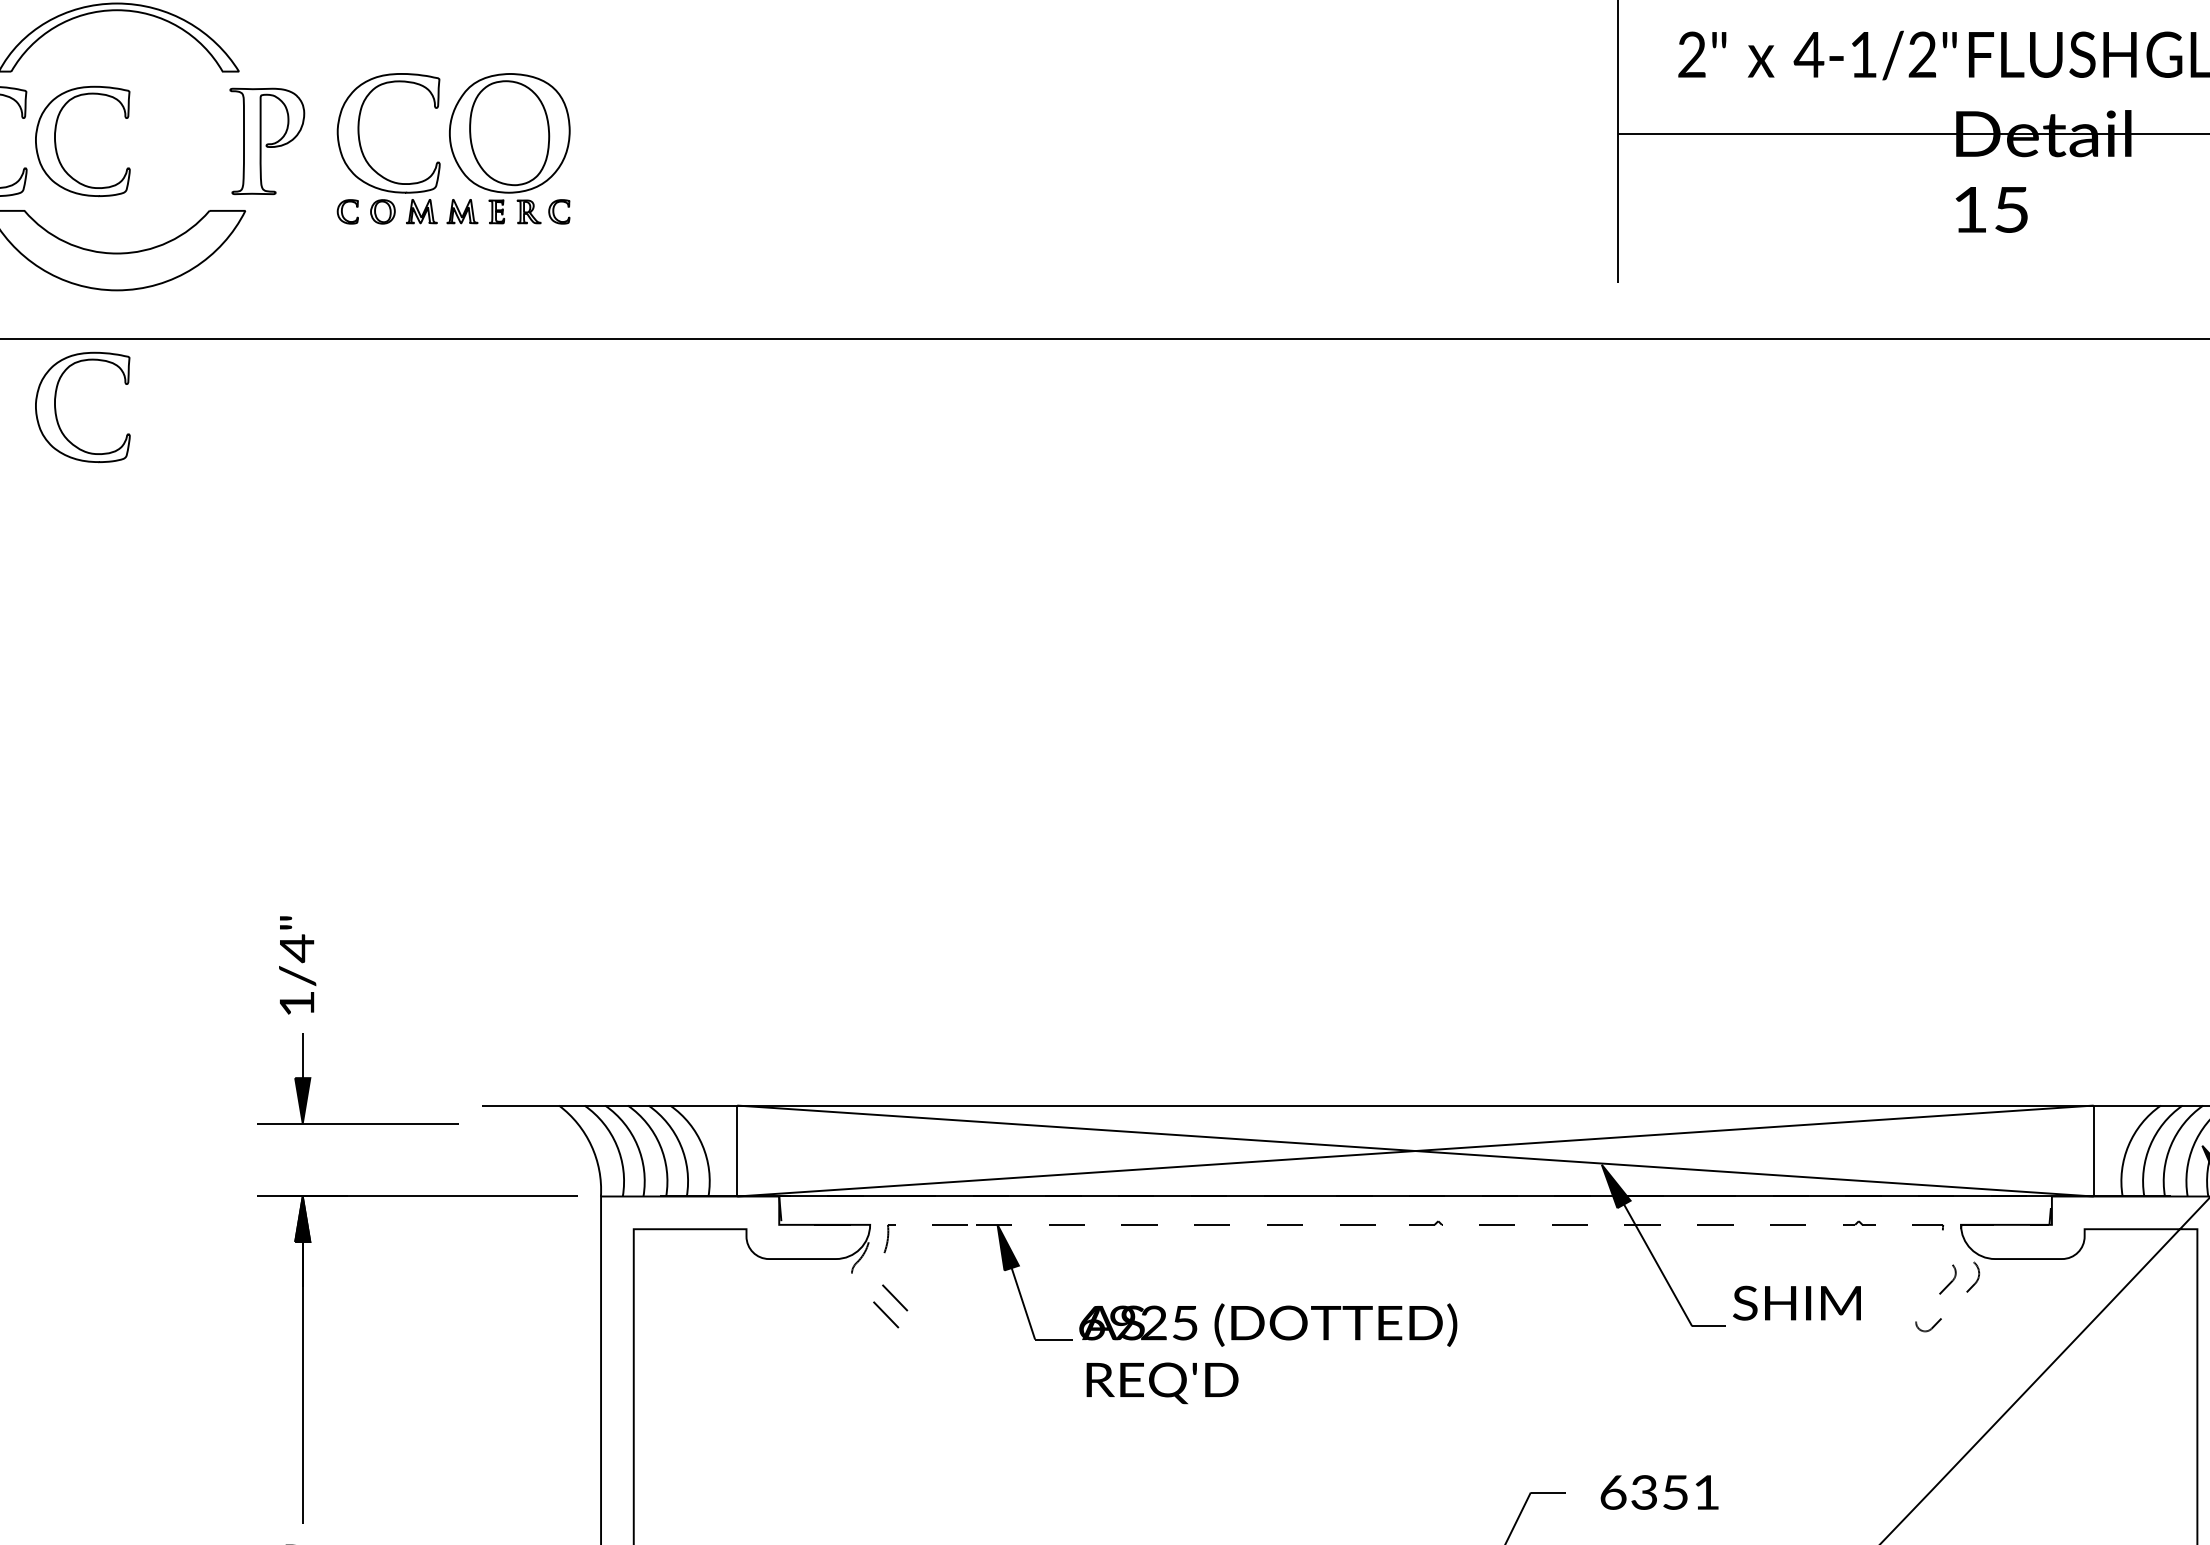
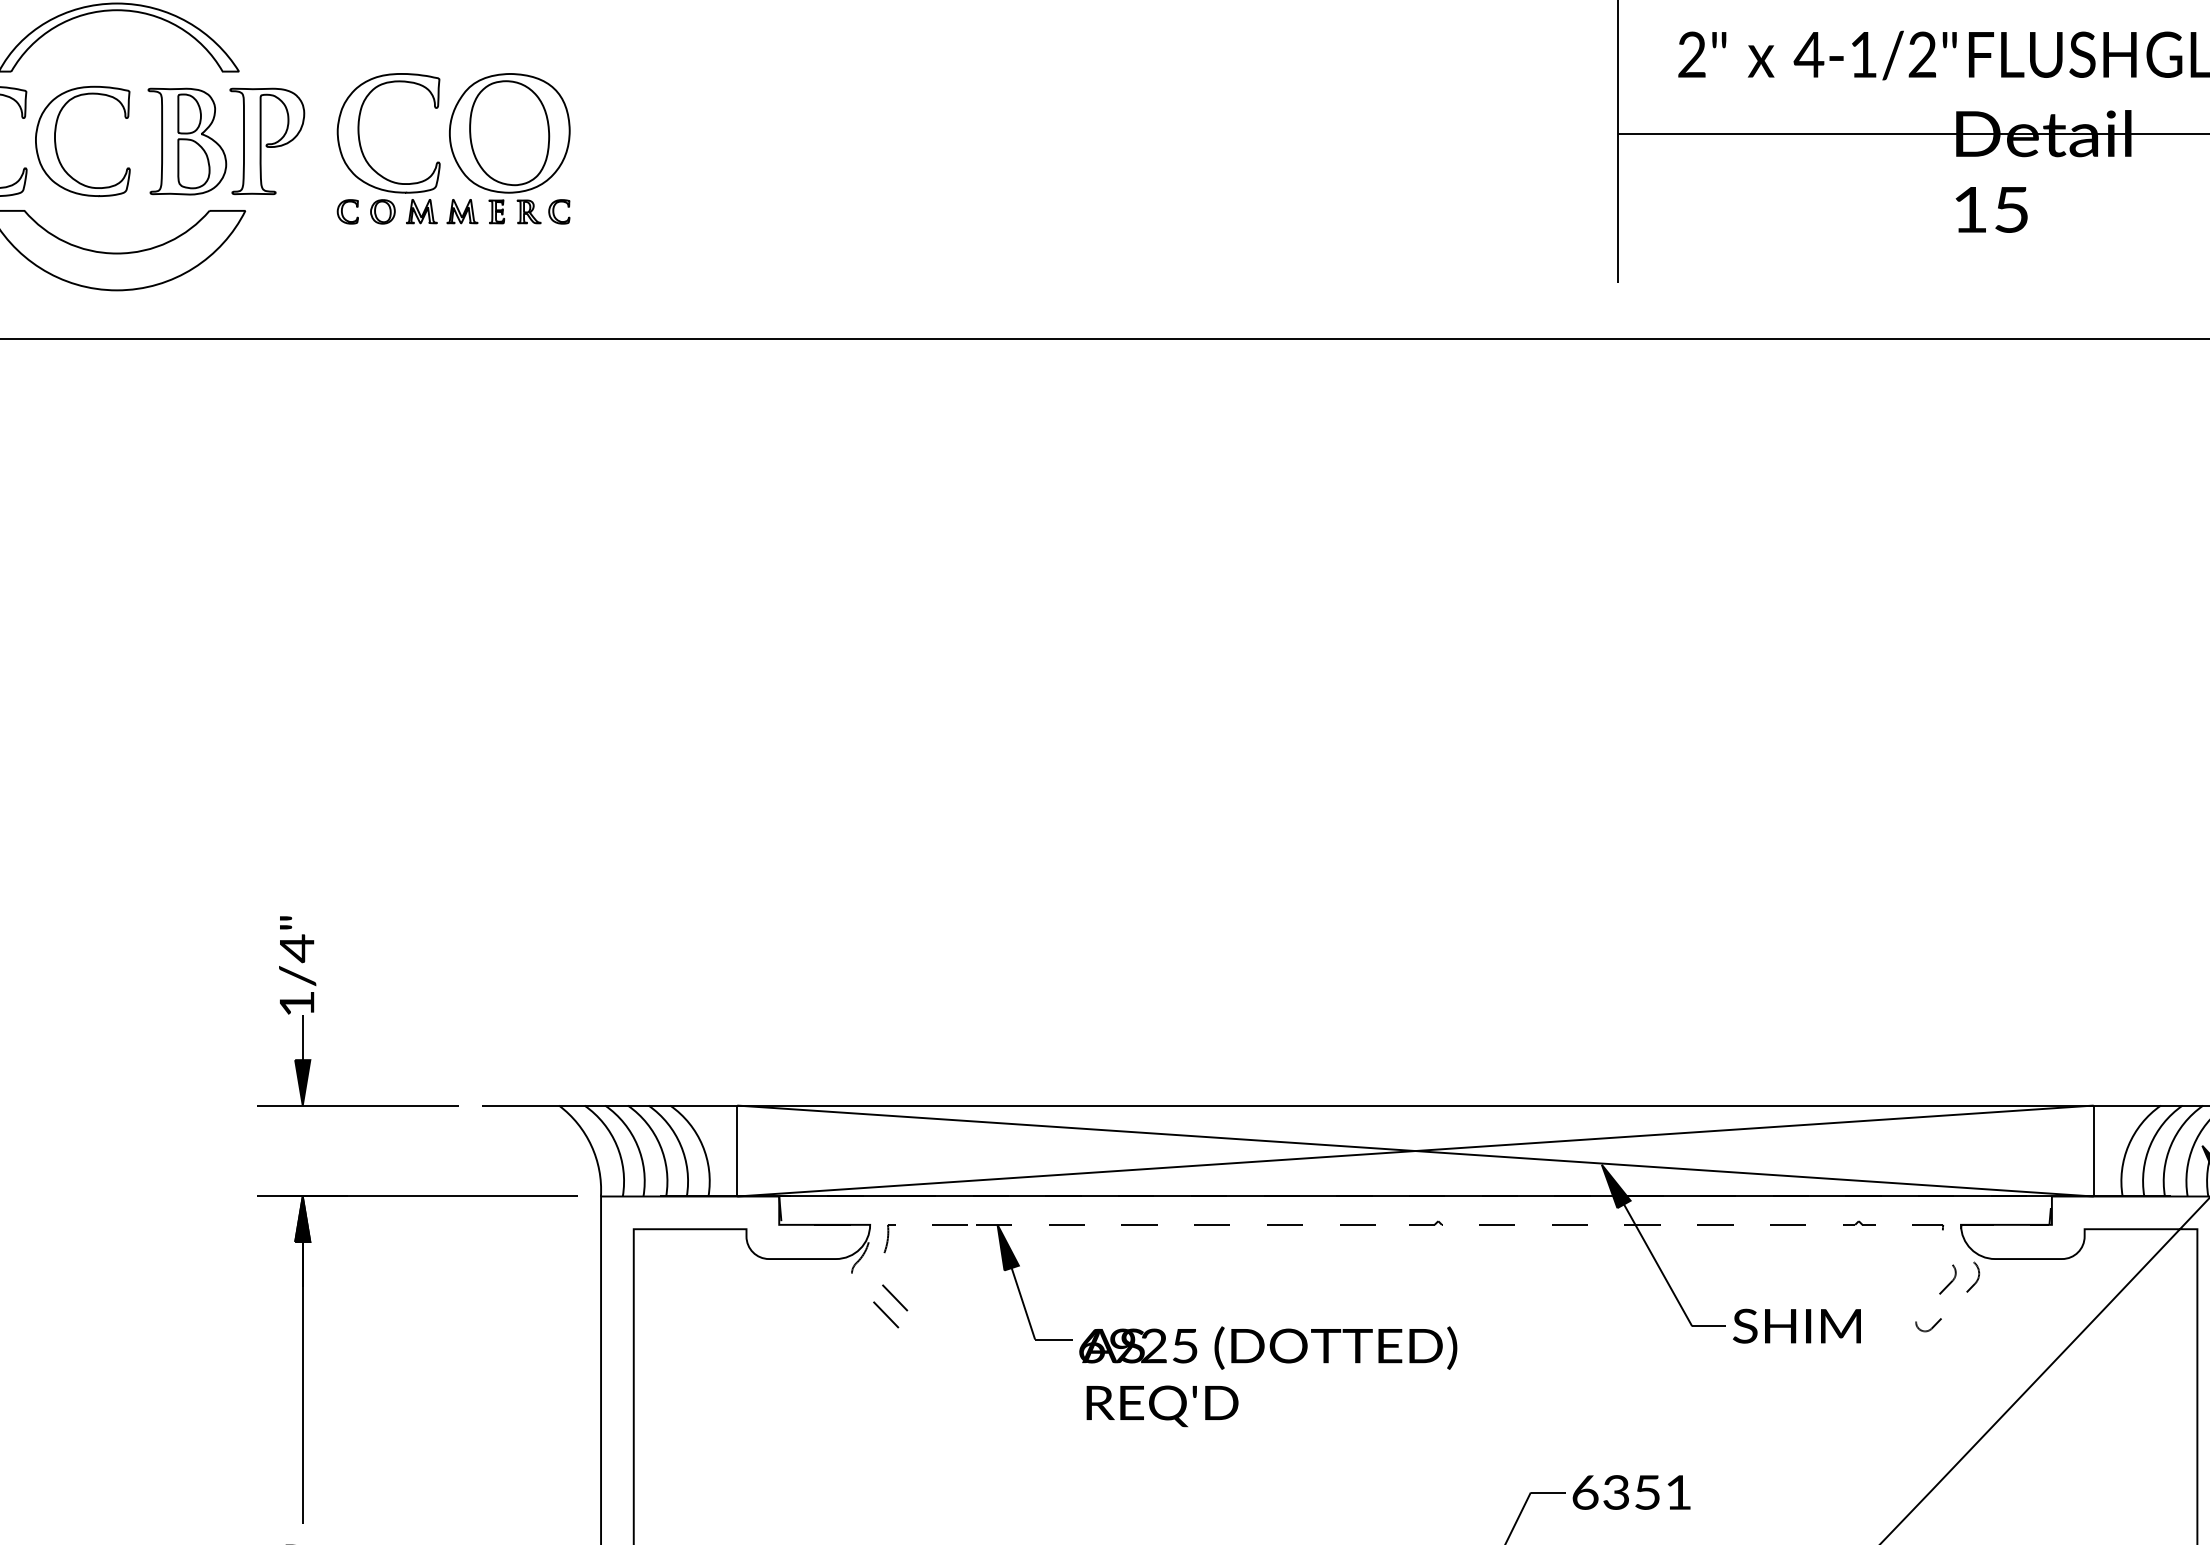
part at (187, 141): none -> present
part at (56, 408): present -> none
part at (357, 1123) position: (357, 1123) -> (357, 1105)
text at (1796, 1302) position: (1796, 1302) -> (1796, 1325)
text at (1268, 1353) position: (1268, 1353) -> (1268, 1376)
text at (1659, 1492) position: (1659, 1492) -> (1631, 1492)
